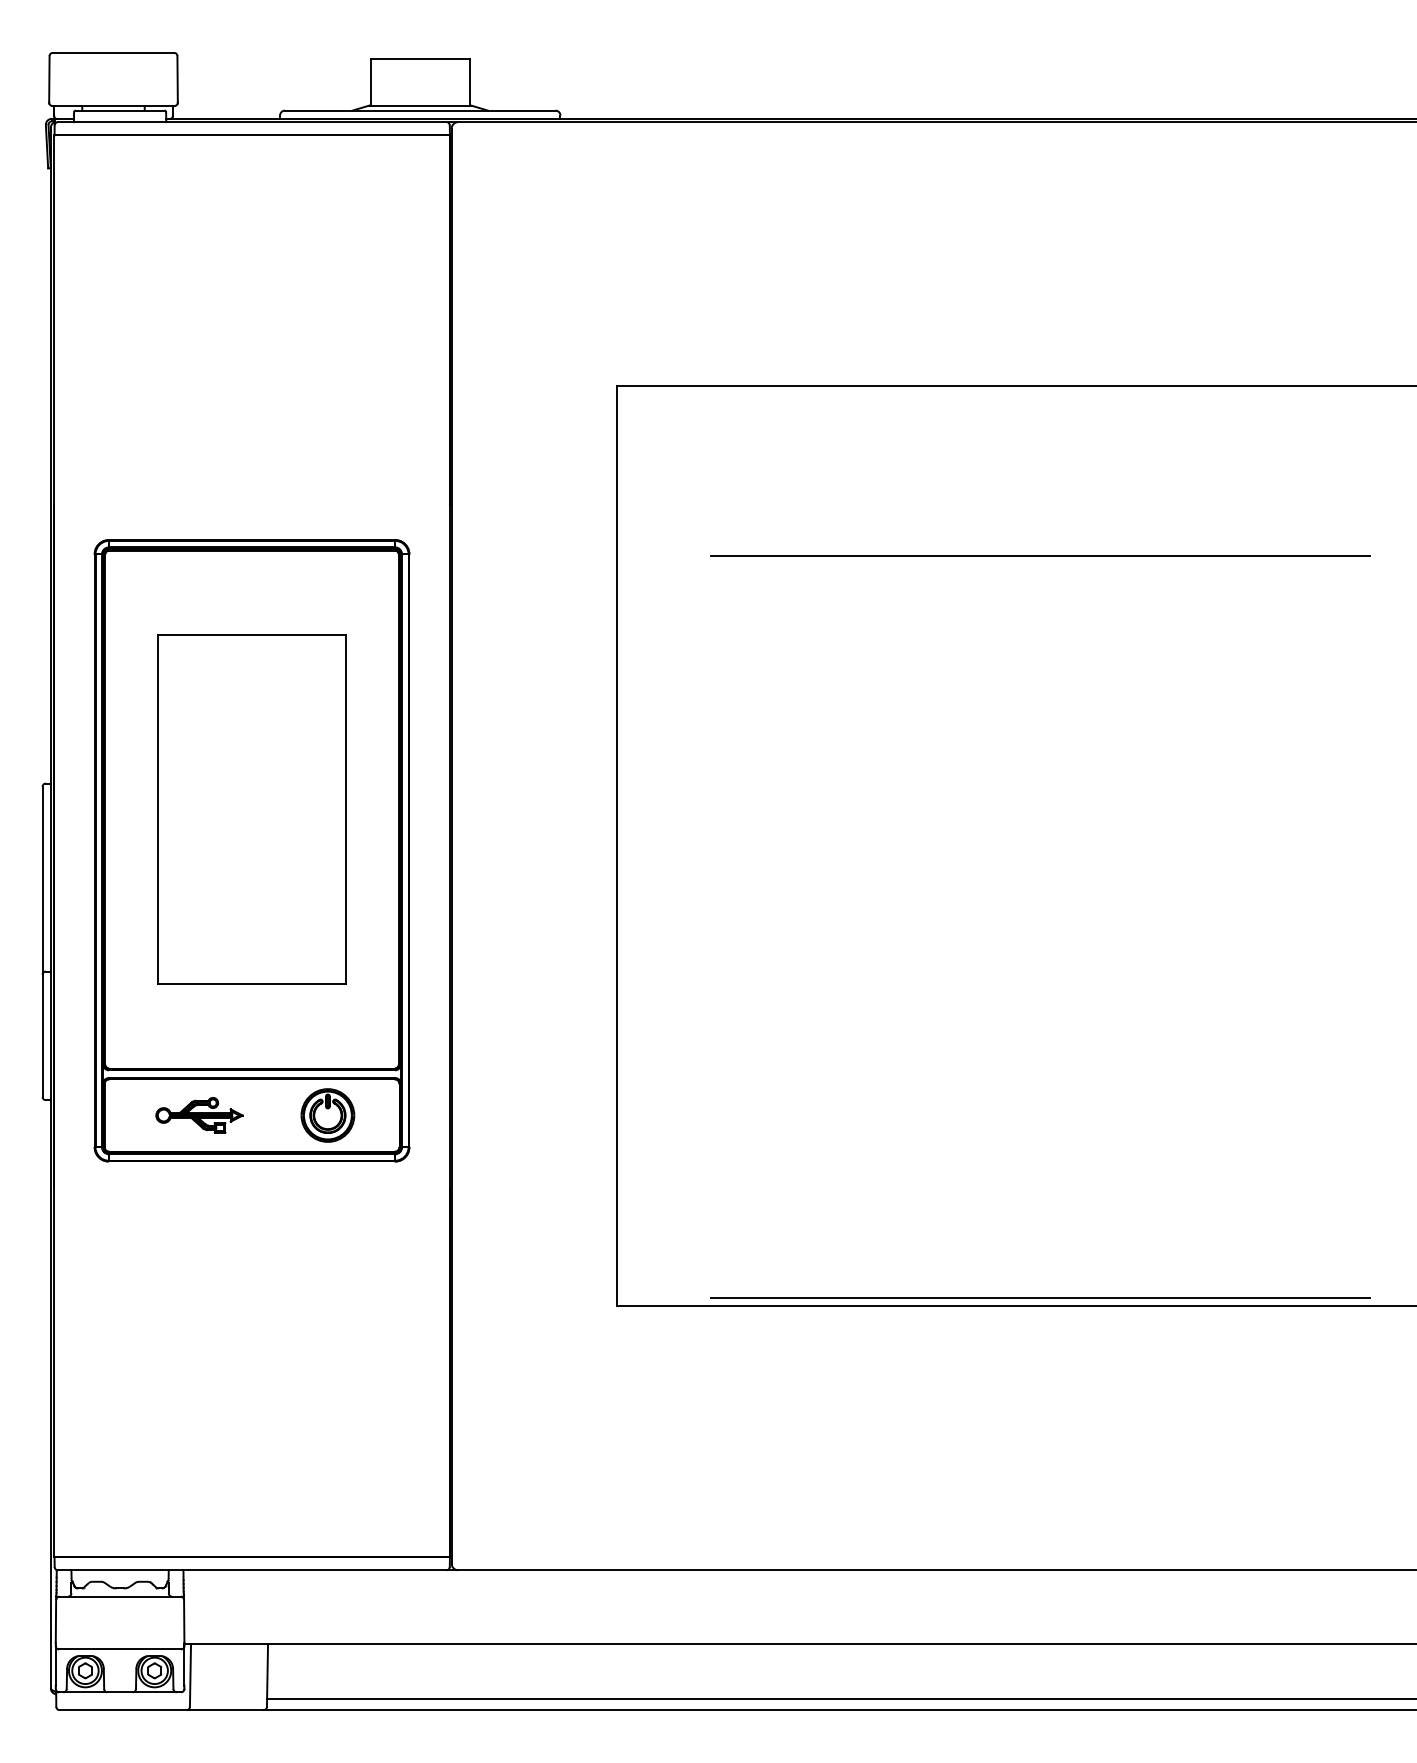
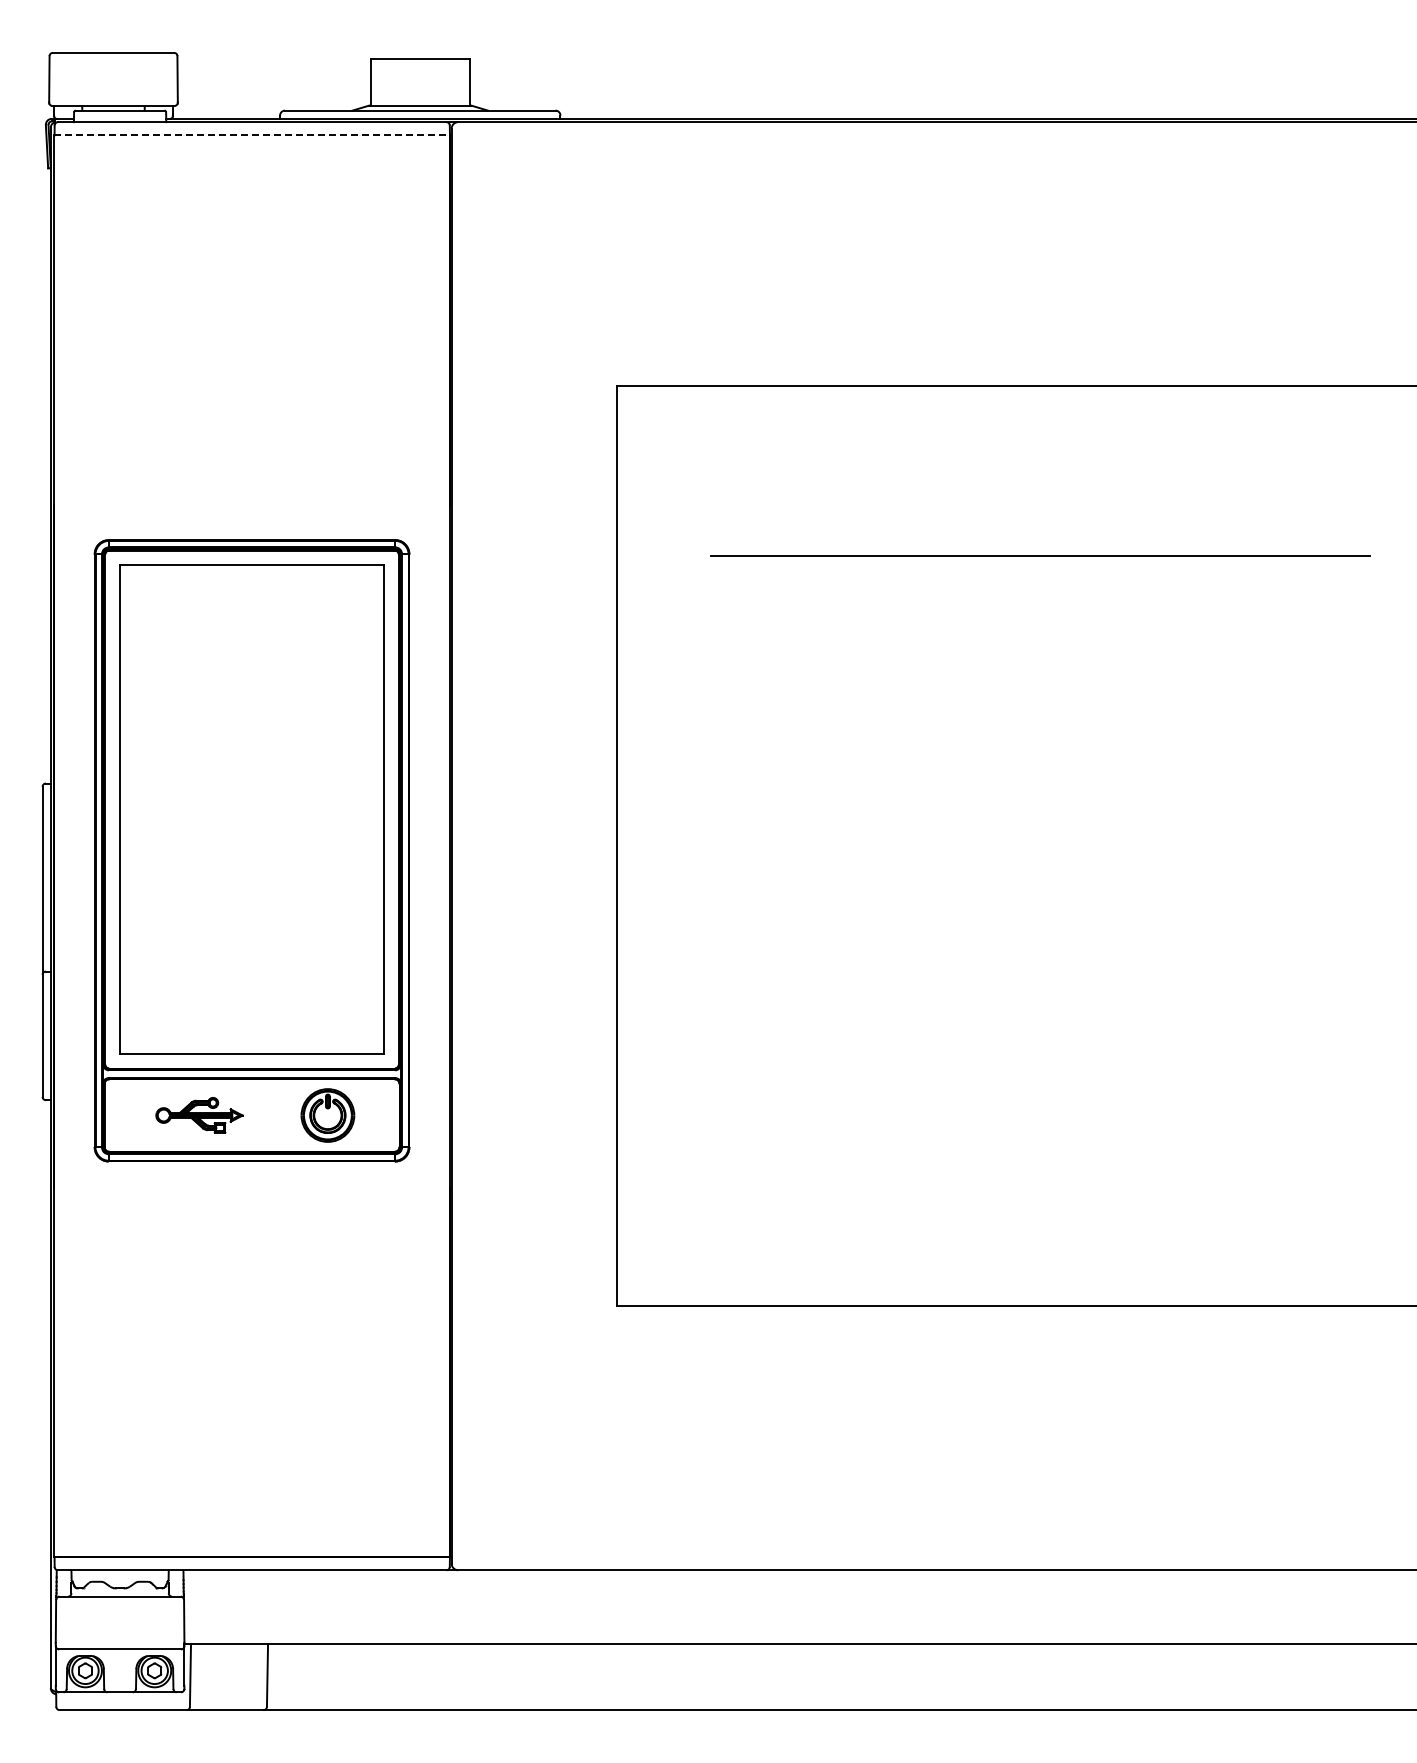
line at (252, 135): solid -> dashed
part at (251, 809) size: 190x351 px -> 266x491 px
line at (1040, 1297): present -> none
line at (840, 1698): present -> none
